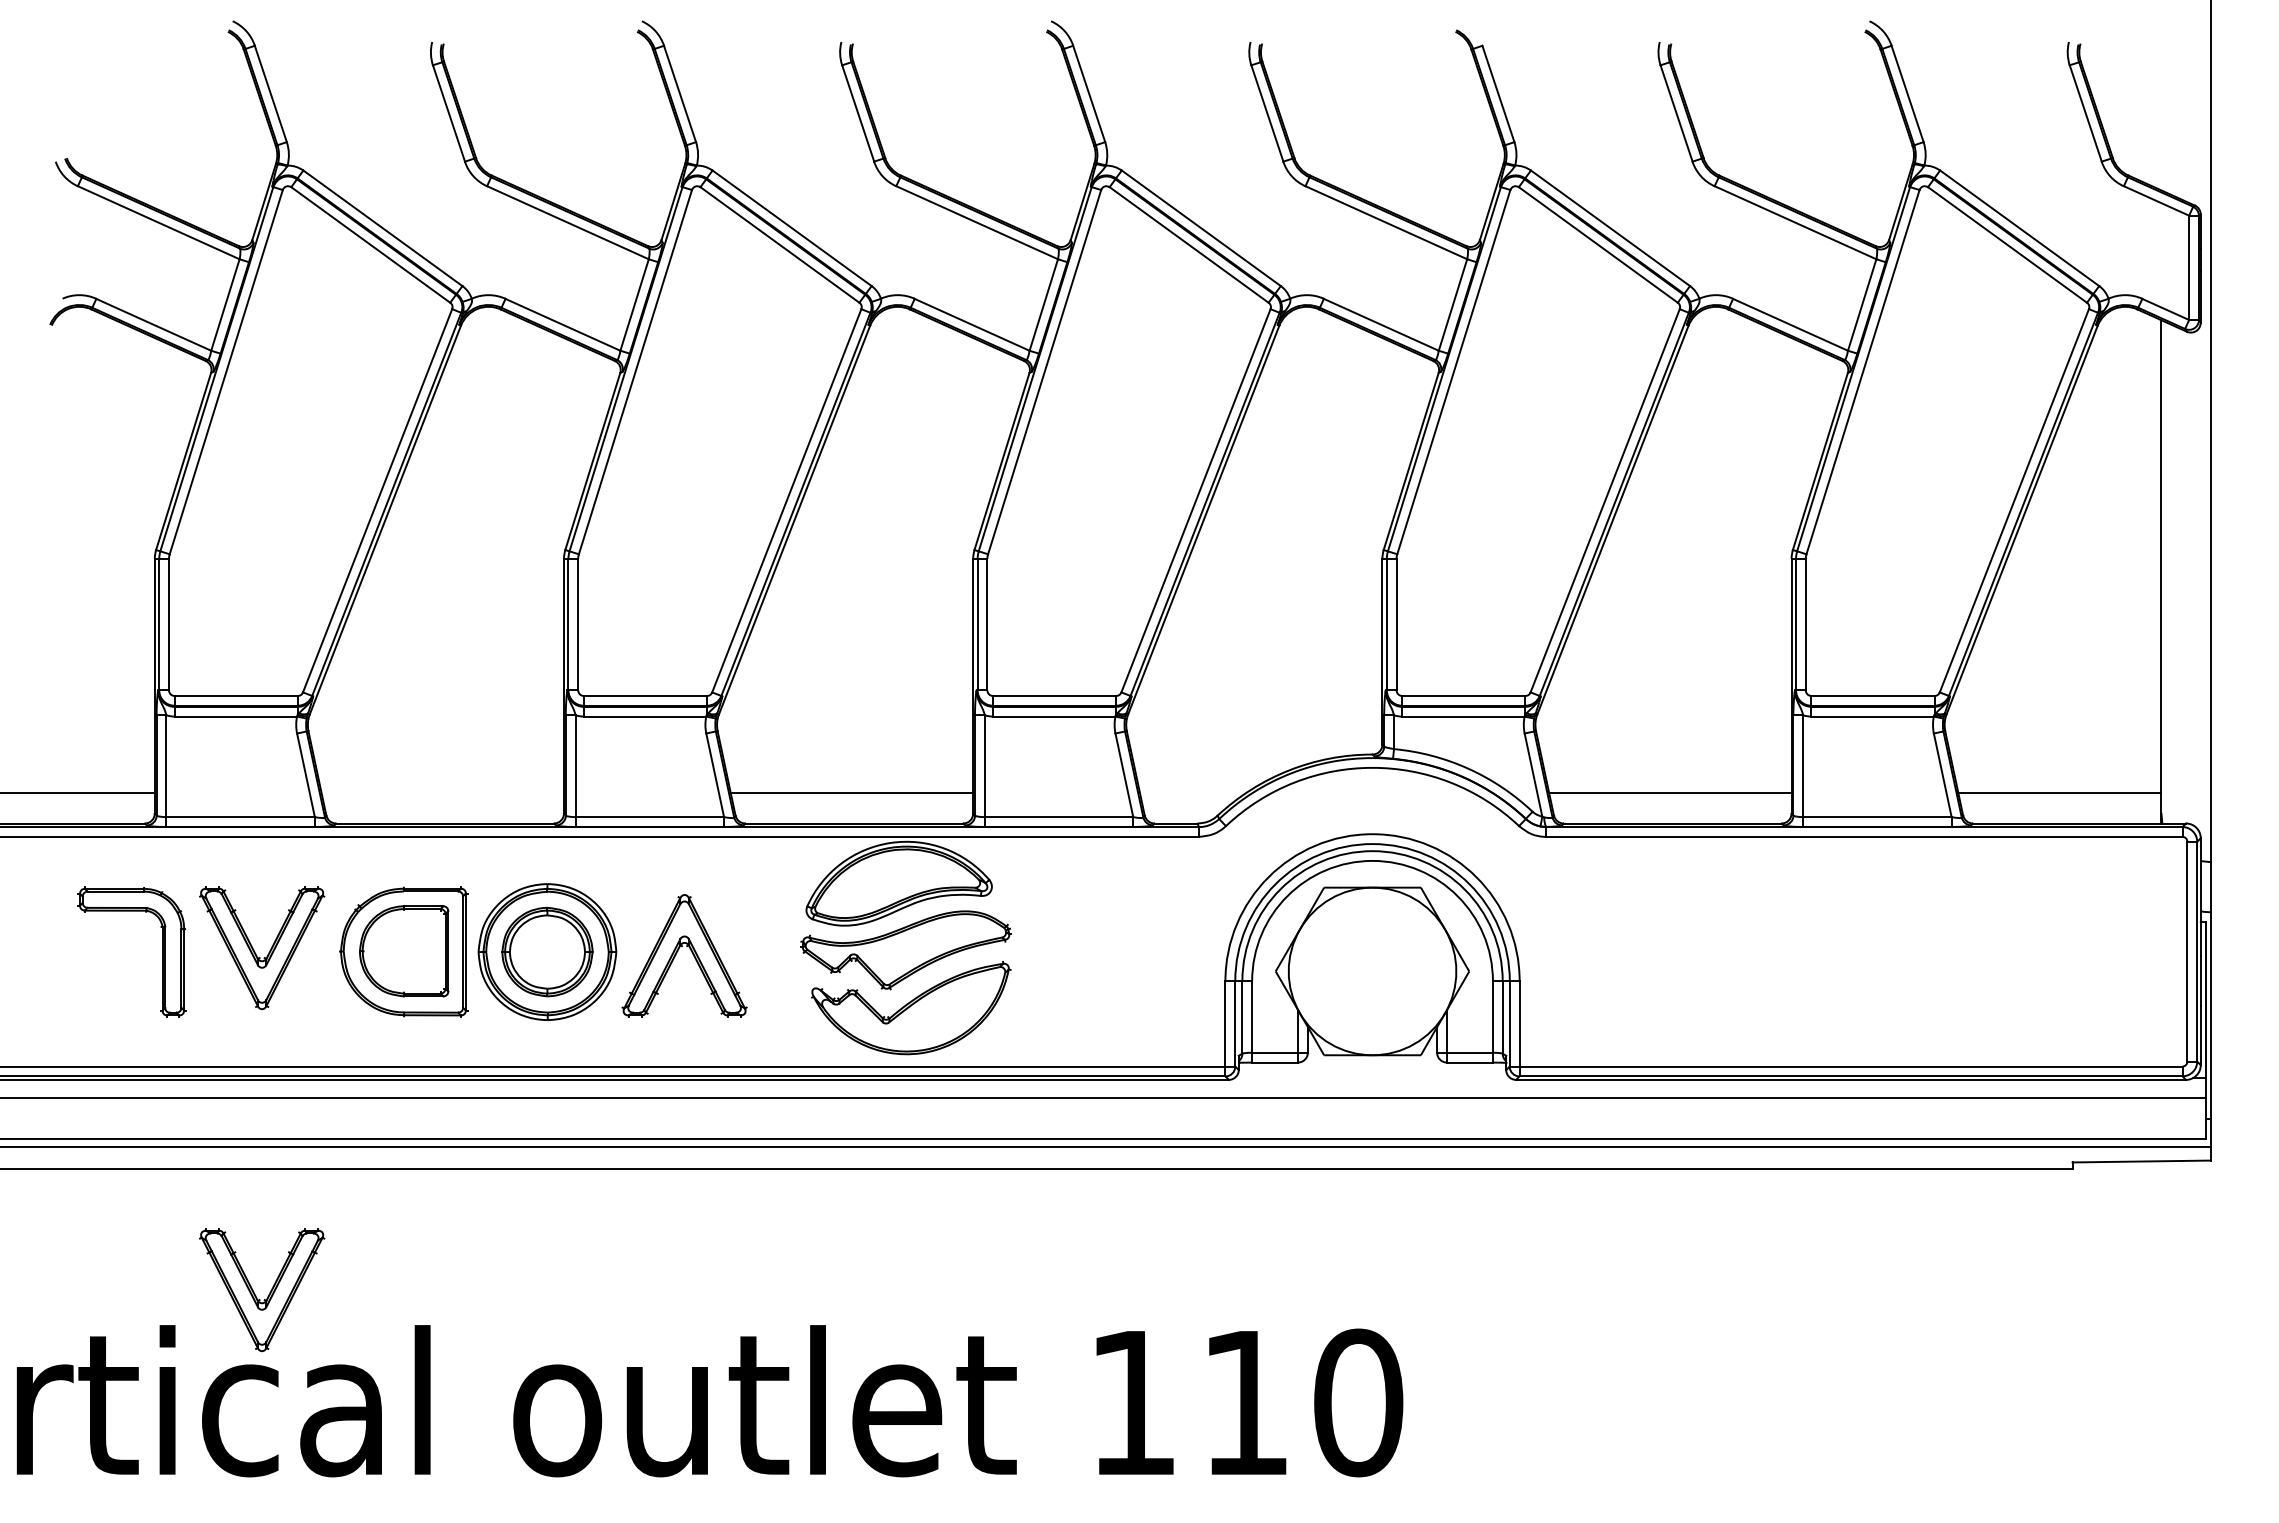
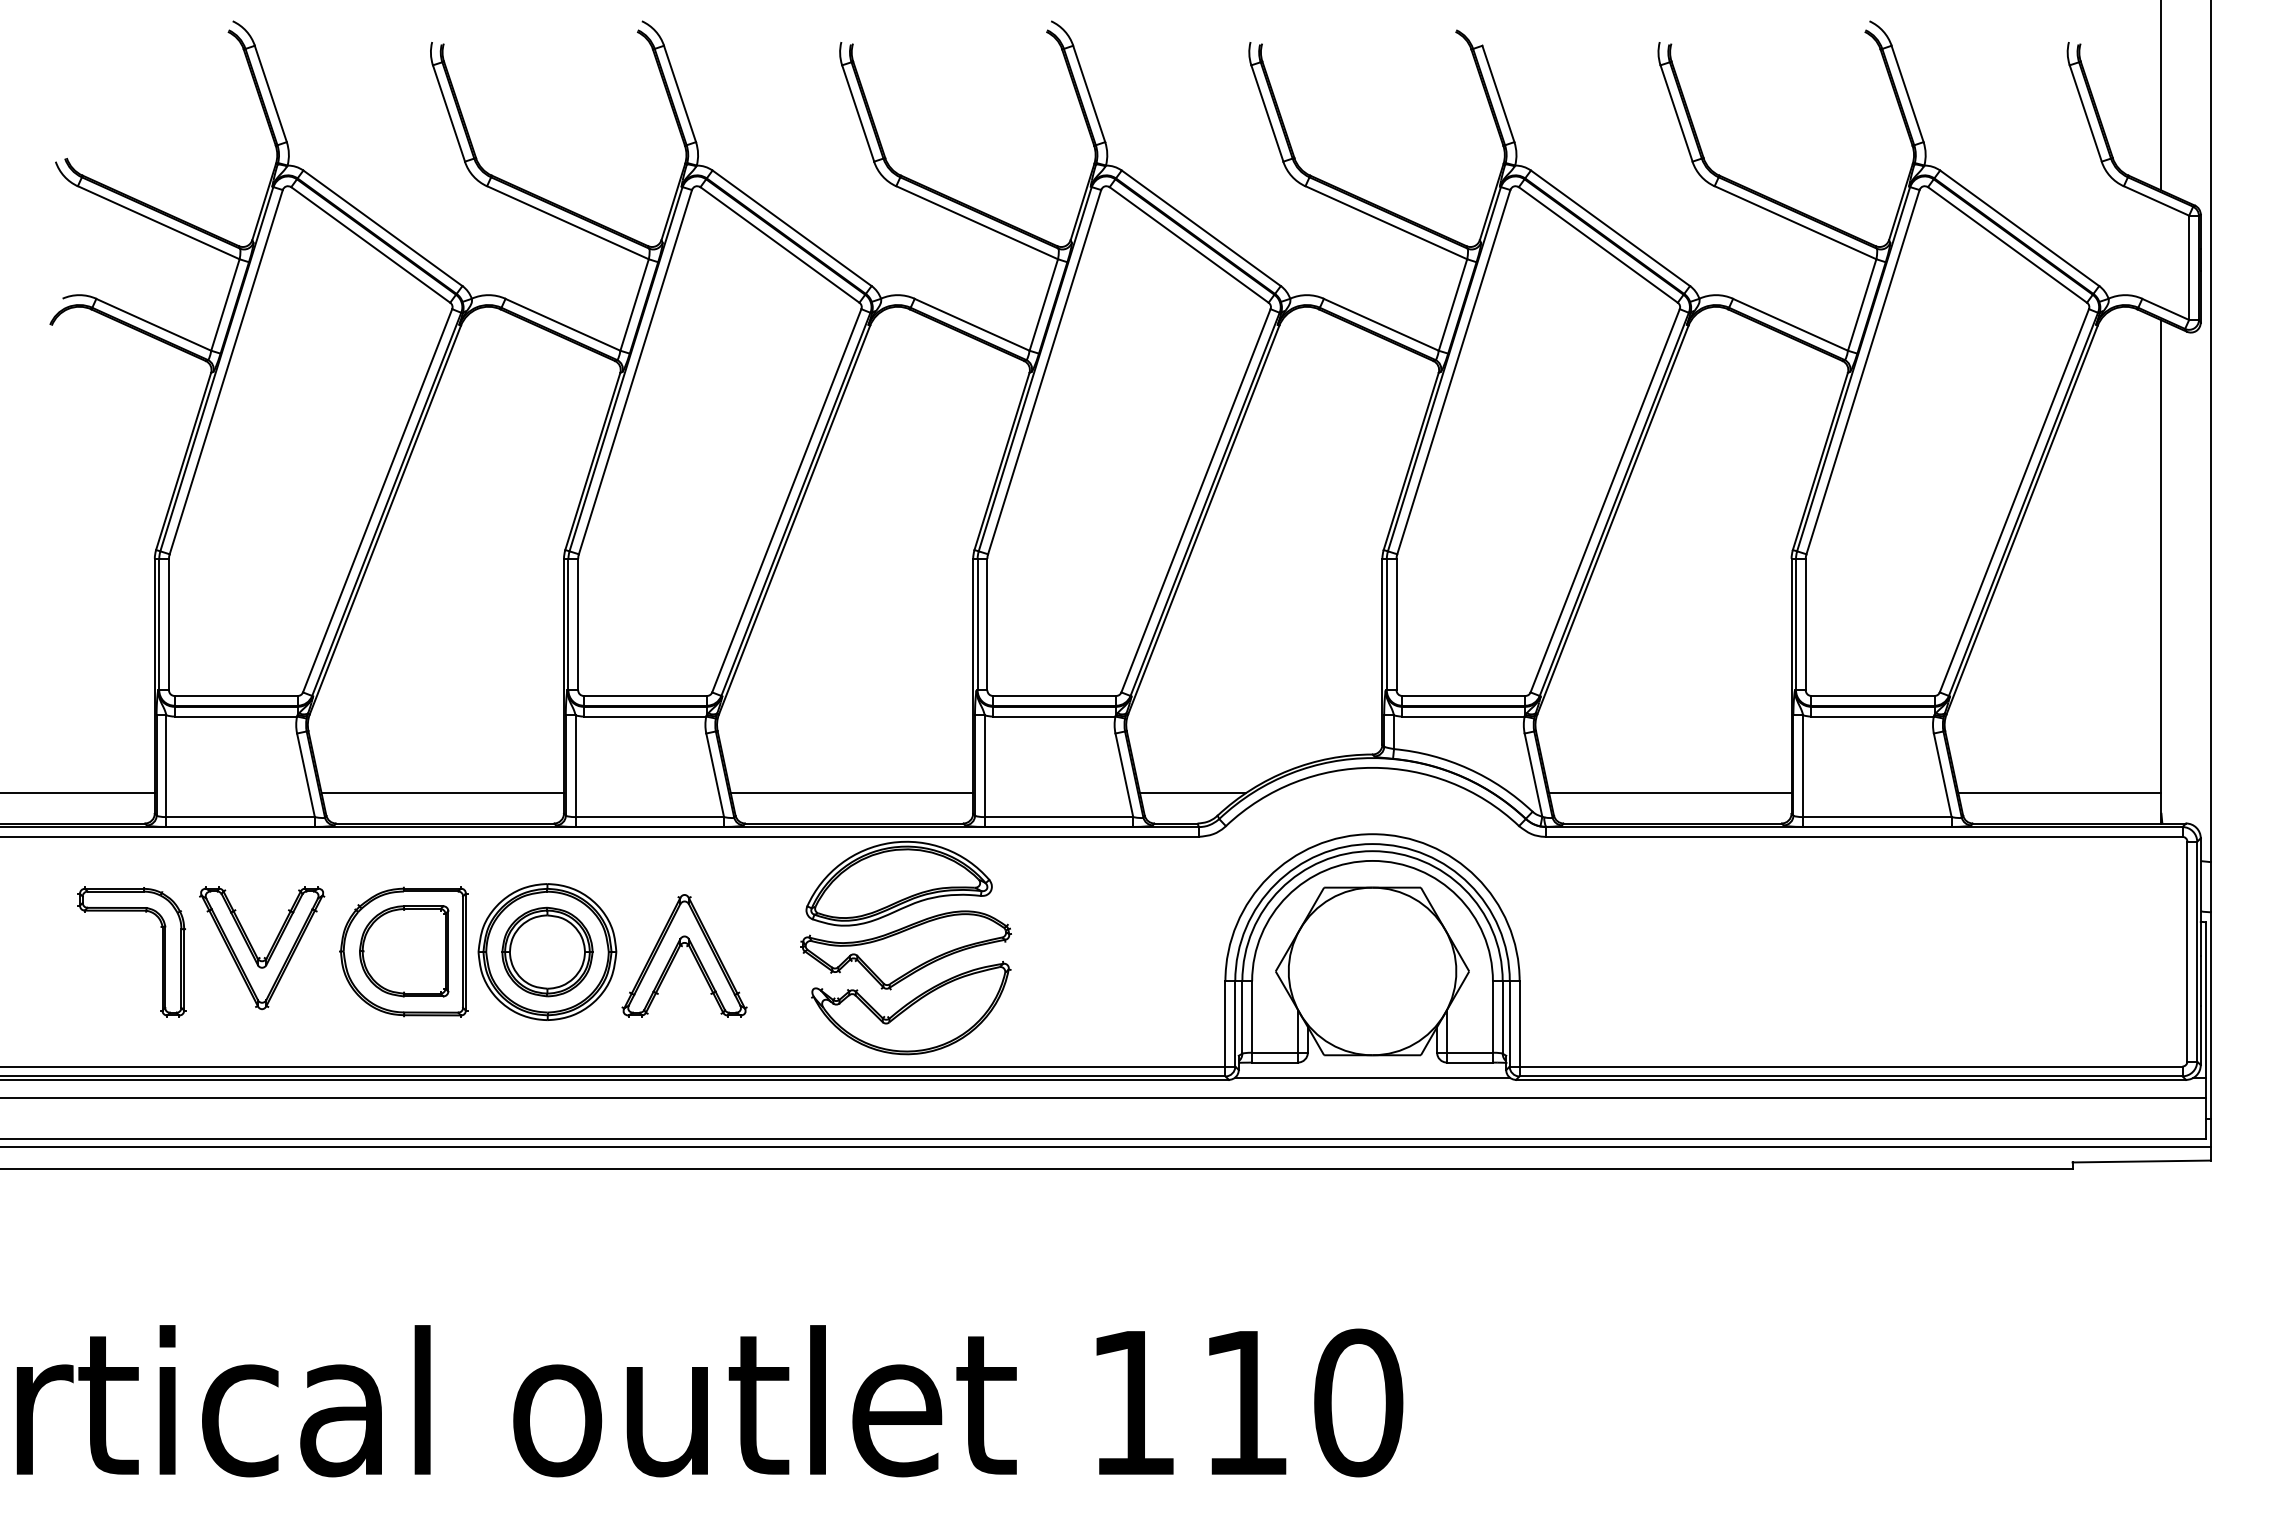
line at (2161, 96): none -> present
line at (442, 793): none -> present
line at (1192, 793): none -> present
line at (1372, 1077): none -> present
part at (268, 1294): present -> none
